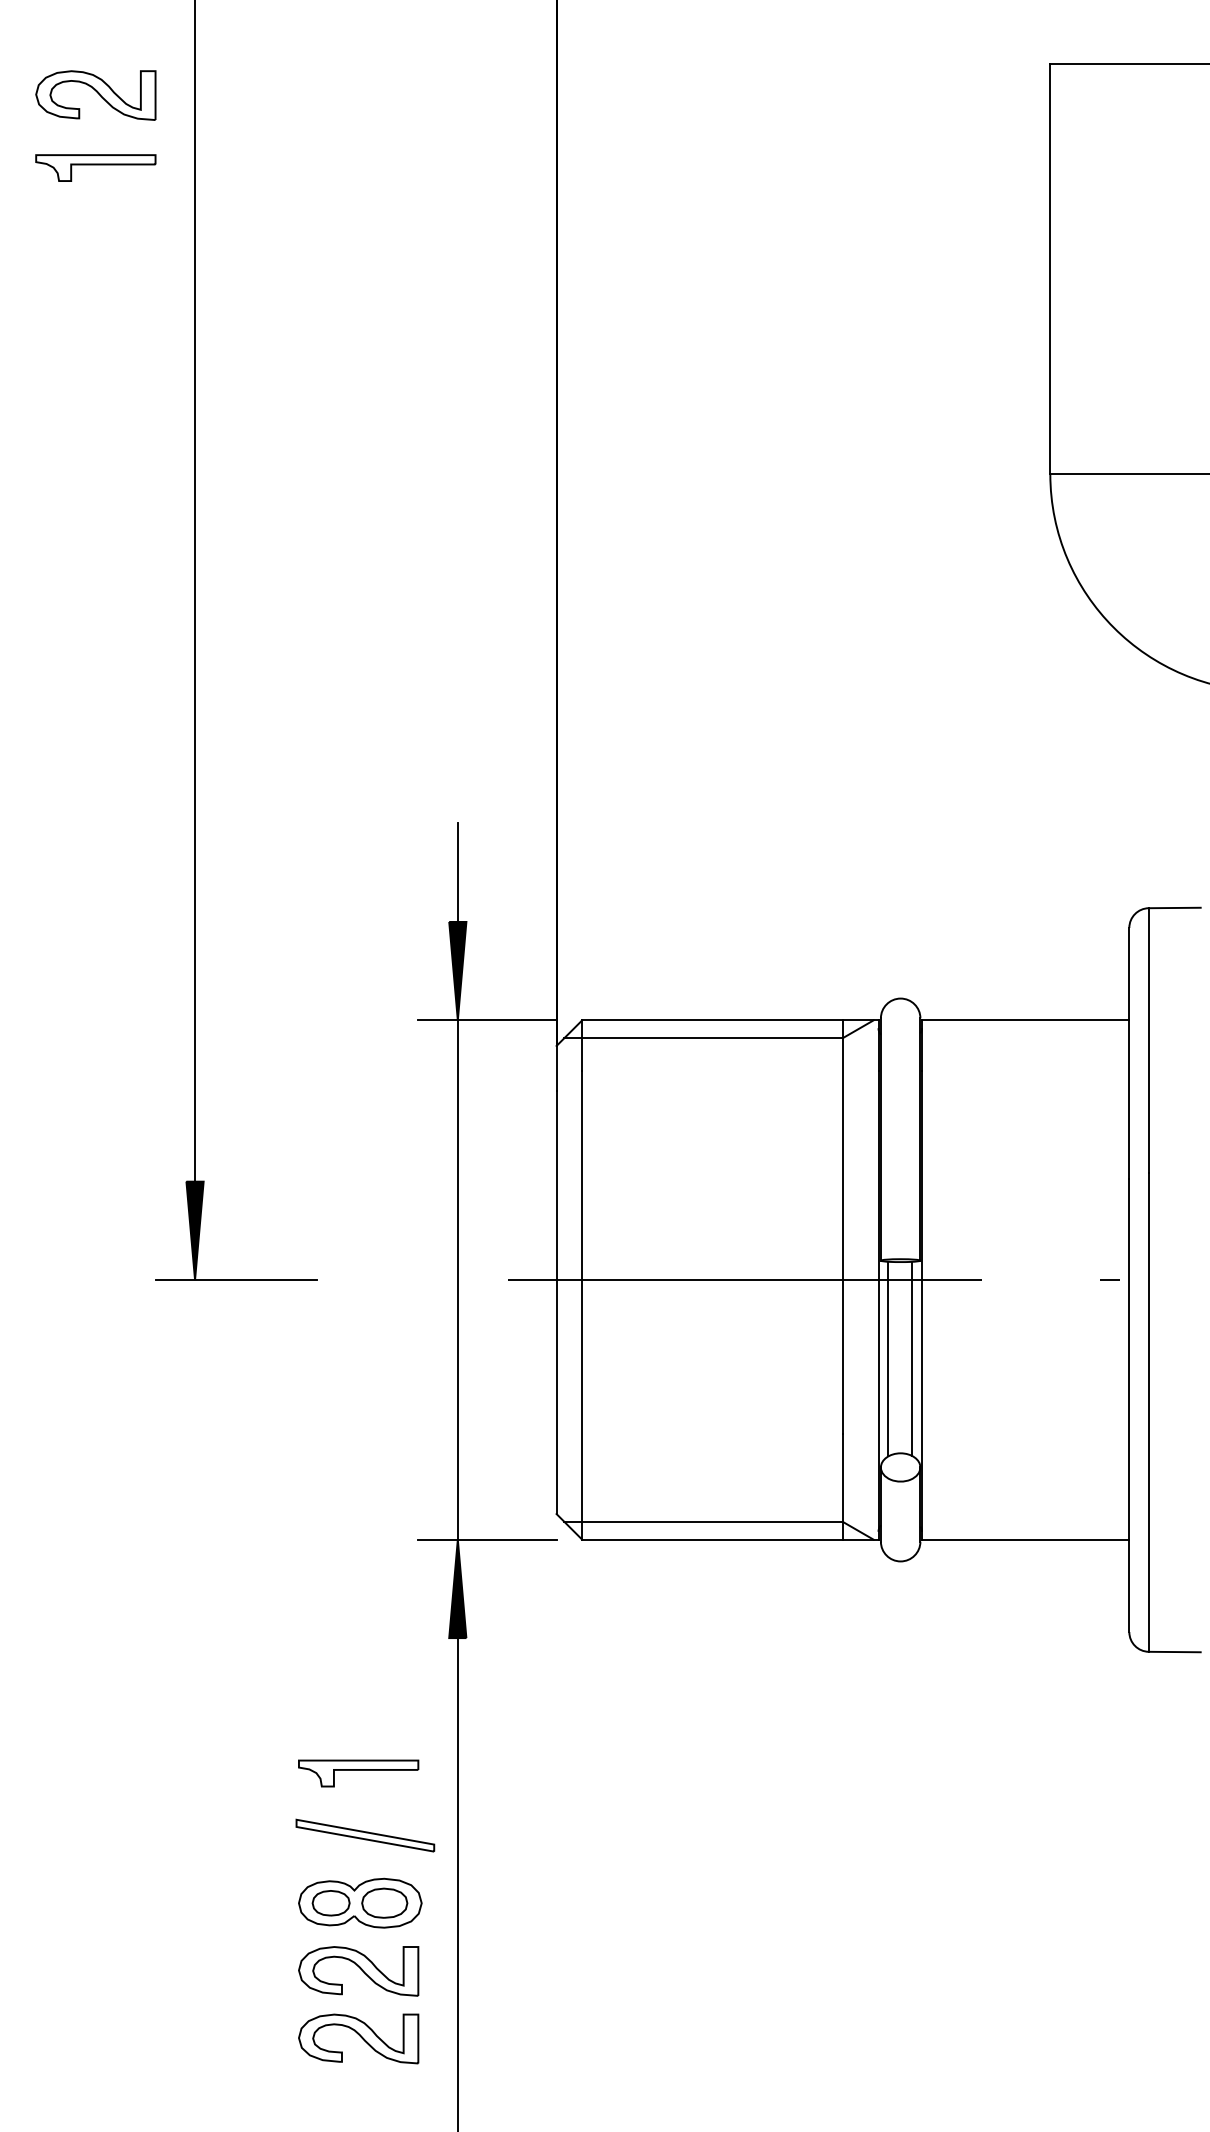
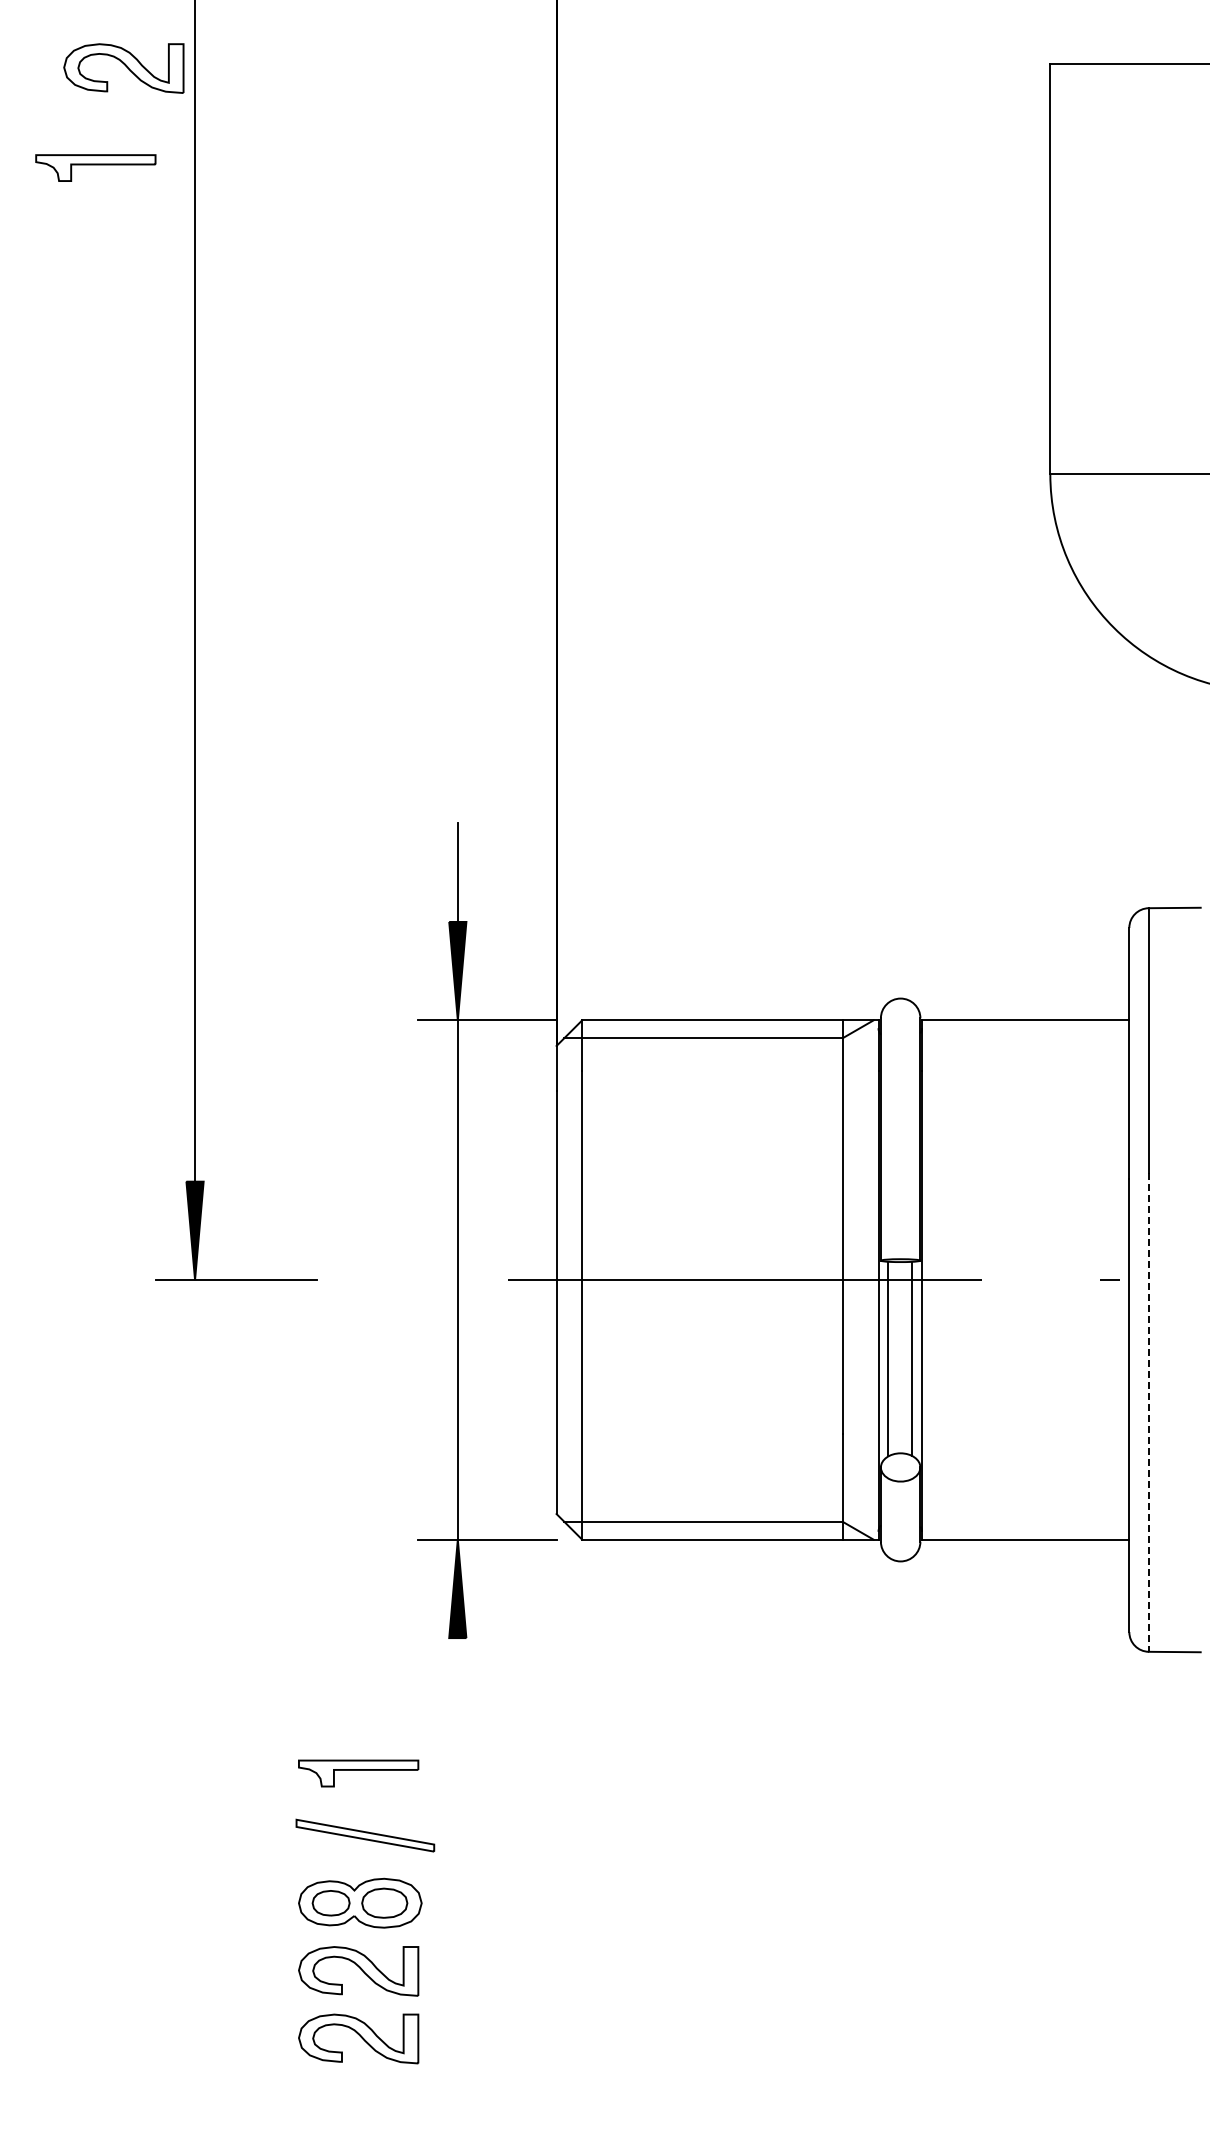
part at (95, 95) position: (95, 95) -> (123, 68)
line at (1148, 1412): solid -> dashed
line at (457, 1883): present -> none
